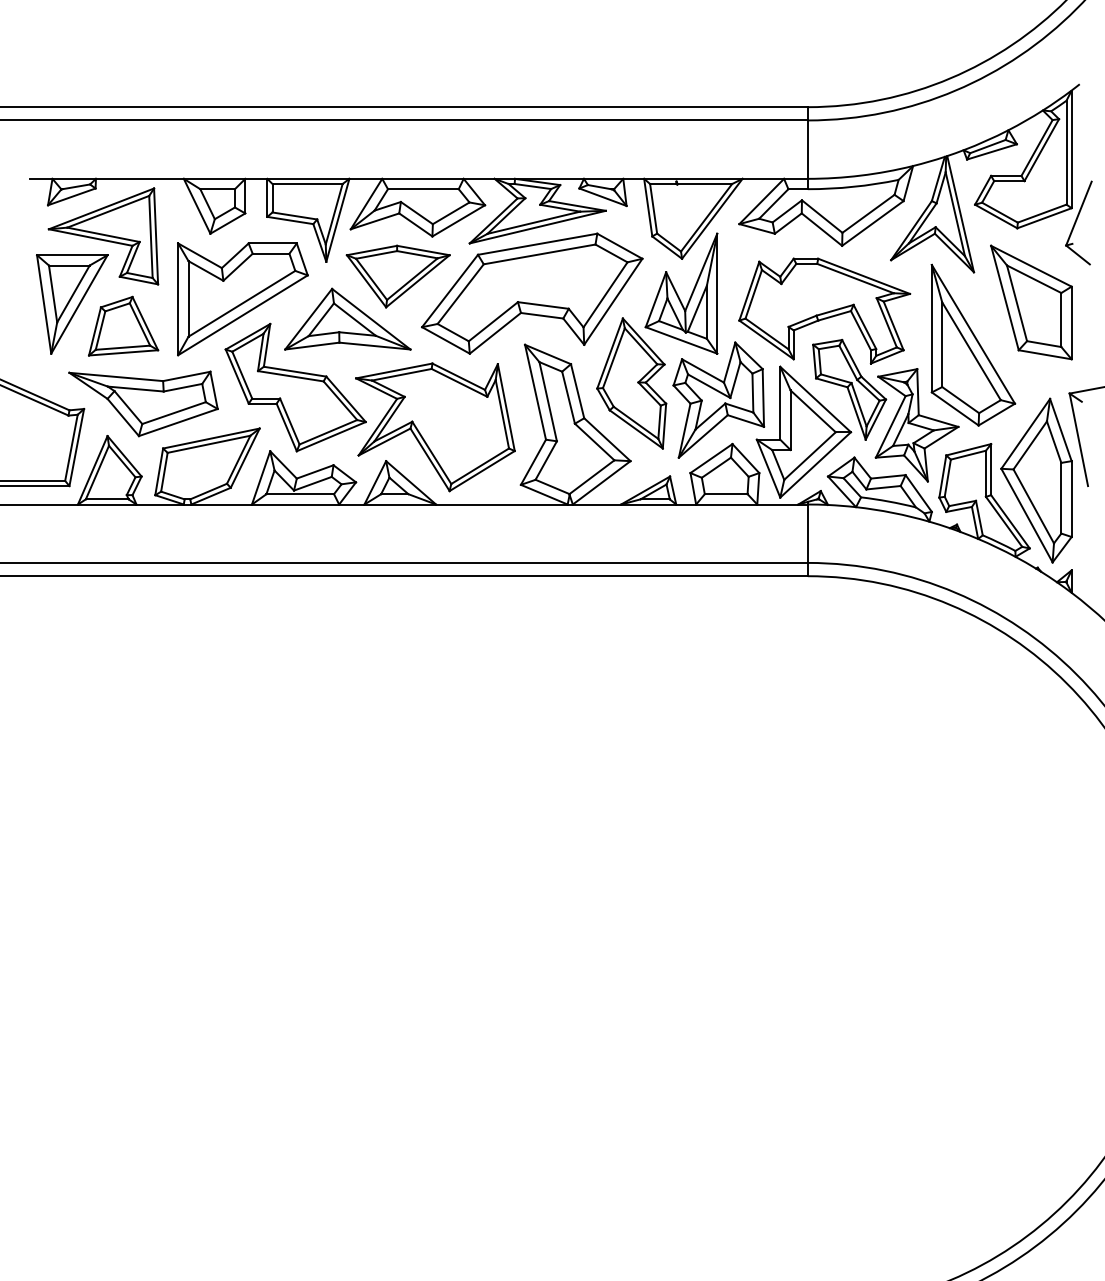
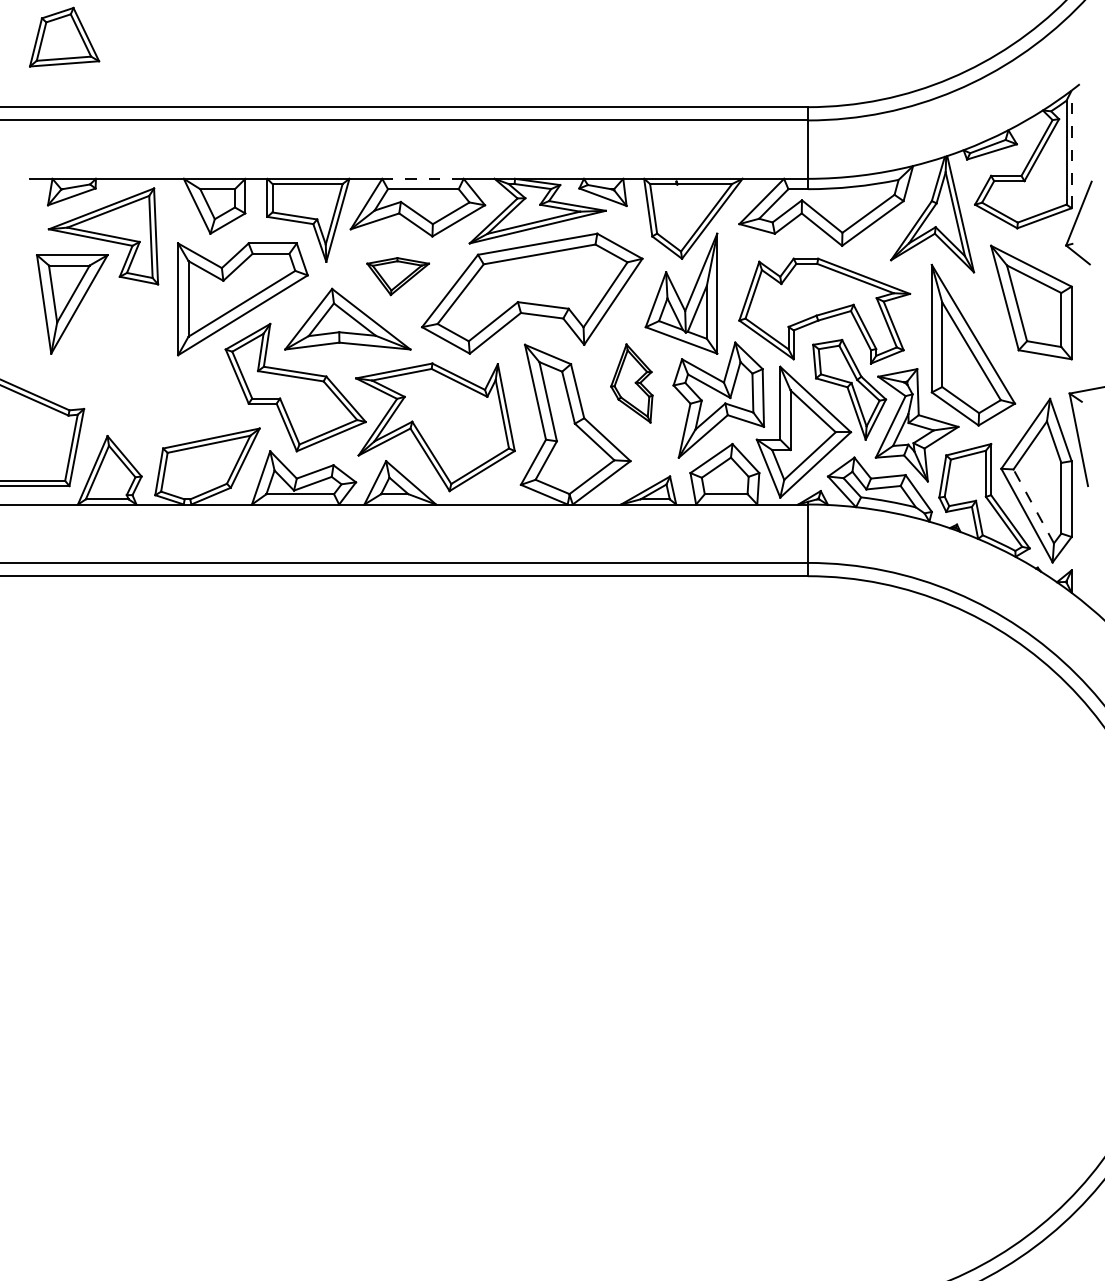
line at (1071, 149): solid -> dashed
line at (422, 178): solid -> dashed
part at (397, 276) size: 106x65 px -> 65x40 px
part at (123, 325) position: (123, 325) -> (64, 36)
part at (631, 383) size: 72x133 px -> 44x81 px
part at (143, 403): present -> none
line at (1033, 505): solid -> dashed
